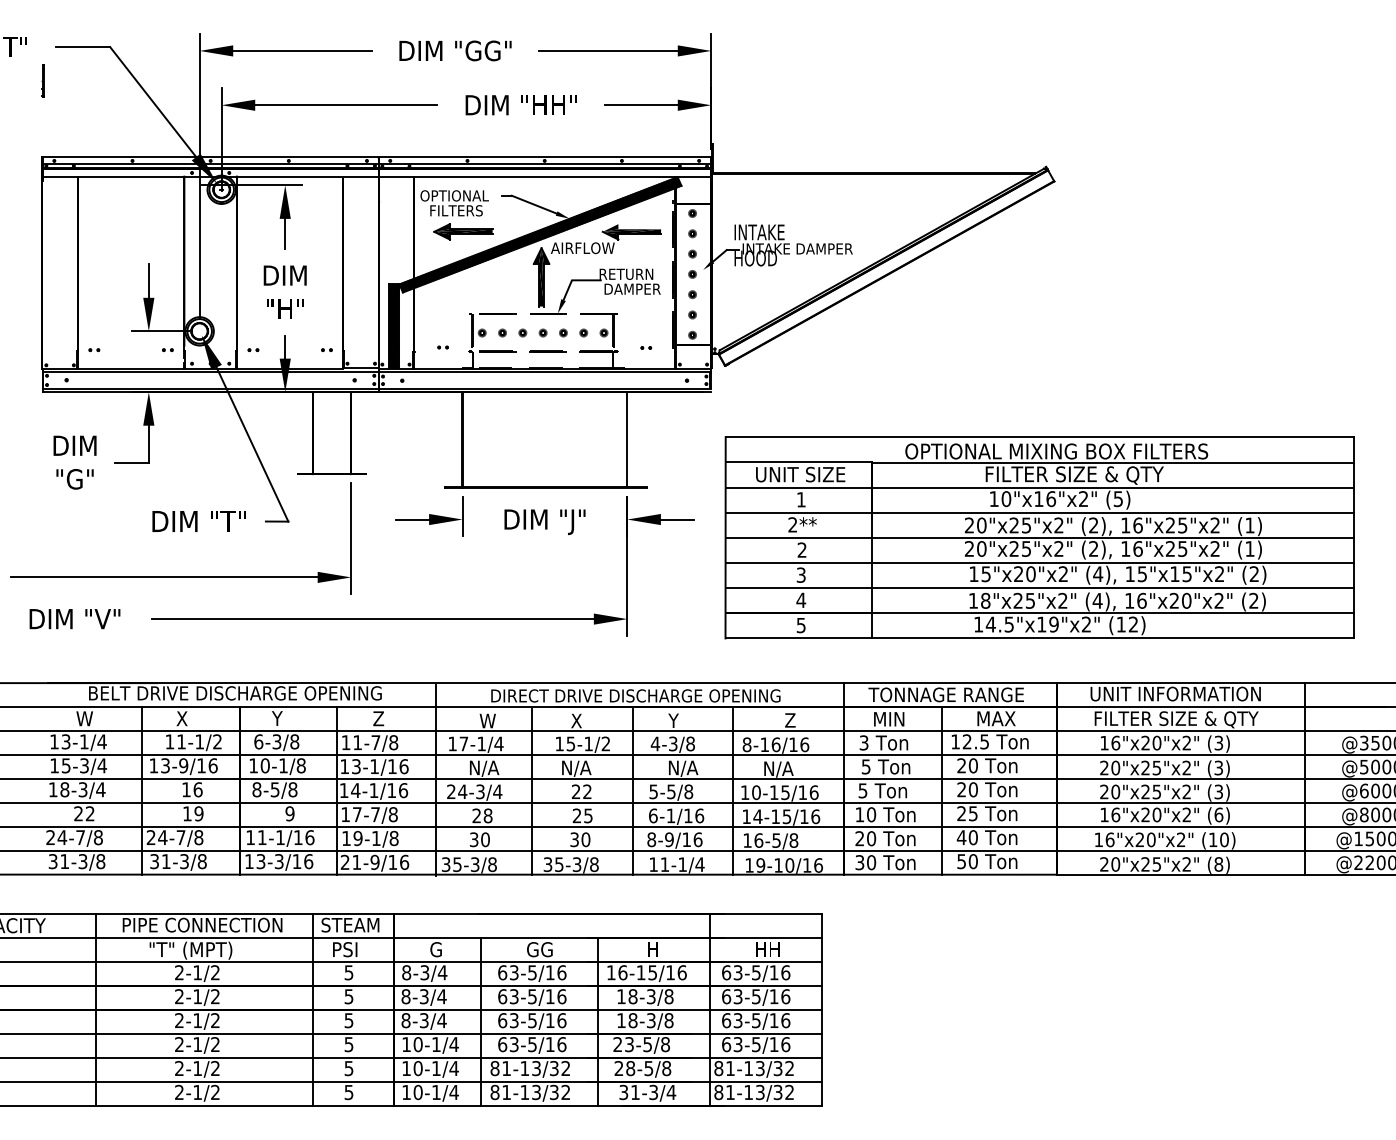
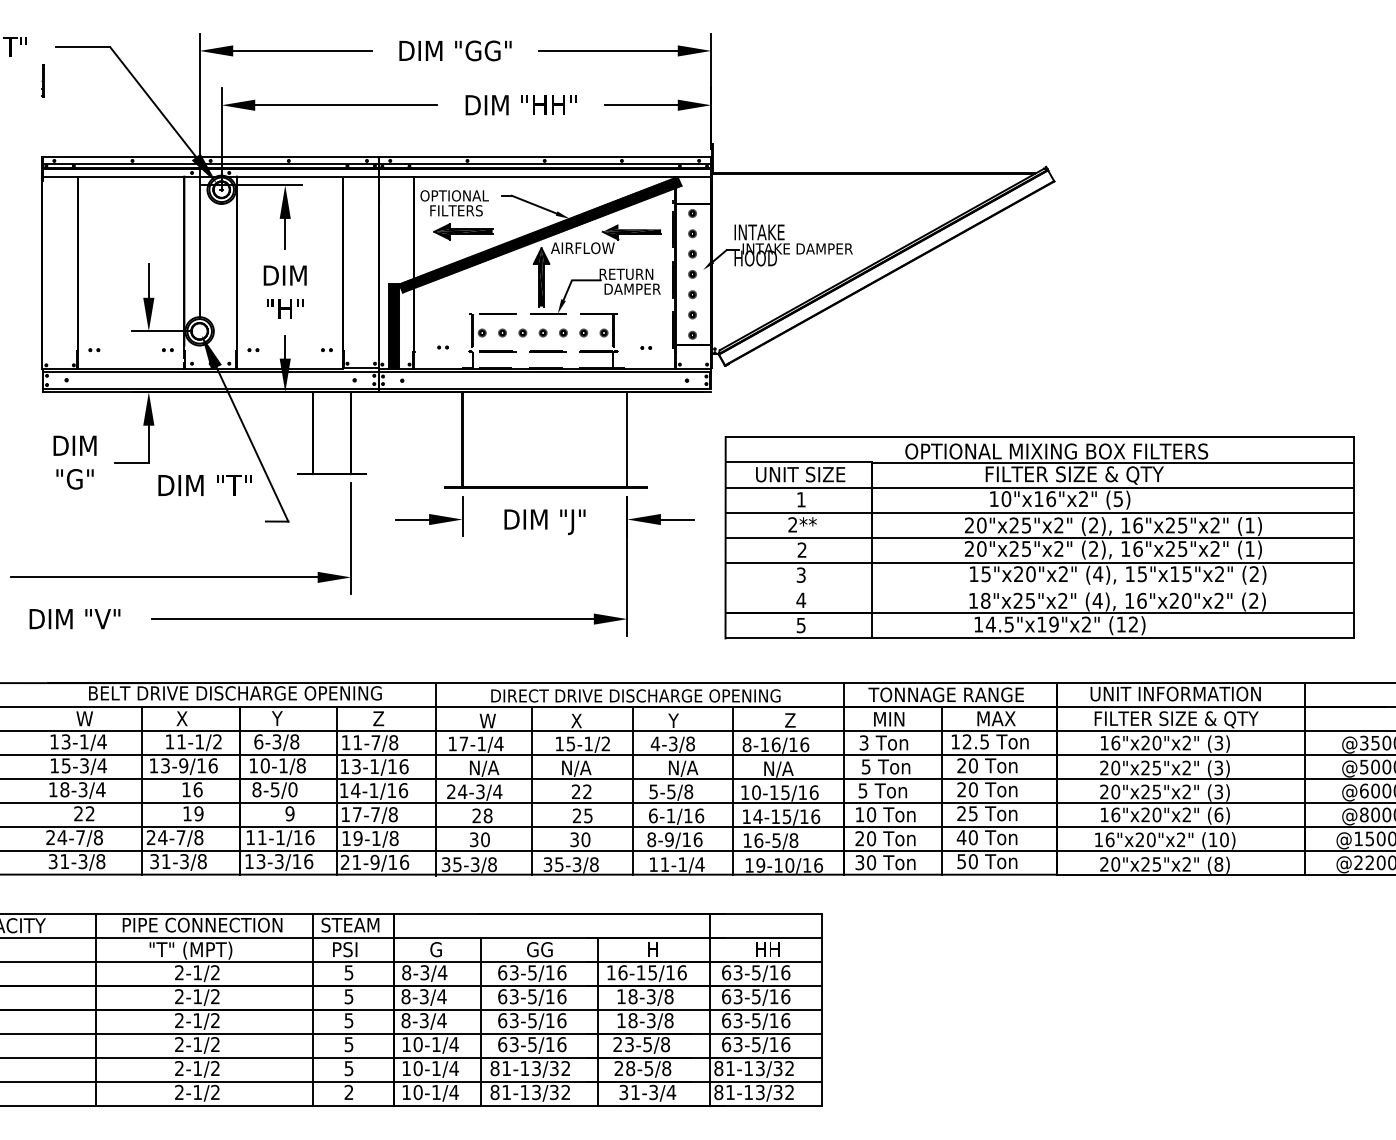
text at (198, 521) position: (198, 521) -> (204, 485)
line at (1039, 588): present -> none
text at (292, 789): 8-5/8 -> 8-5/0
text at (348, 1092): 5 -> 2
